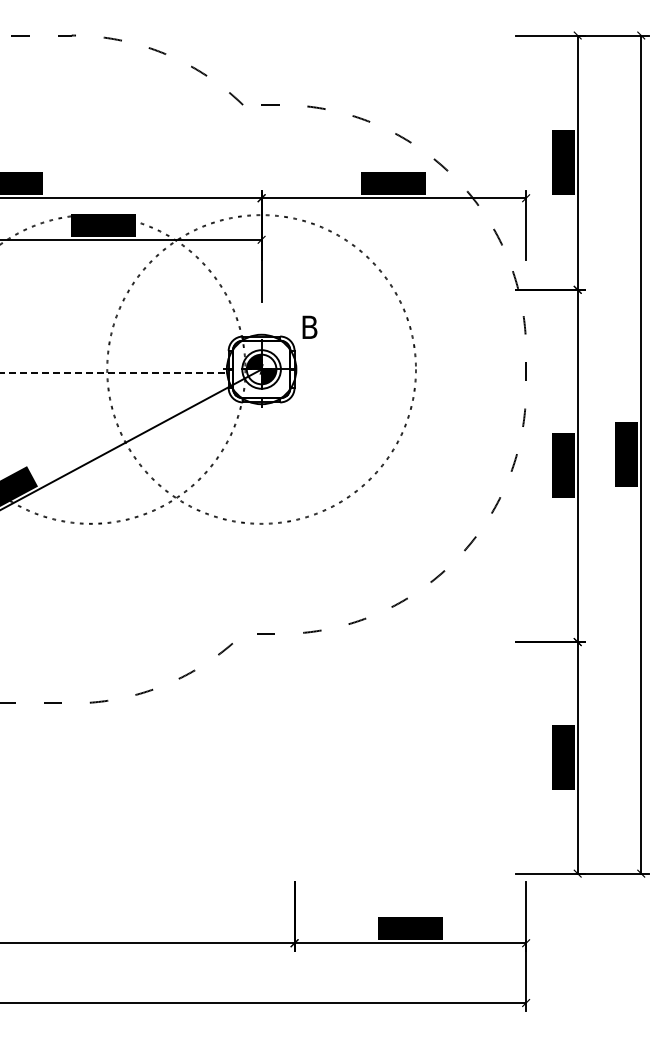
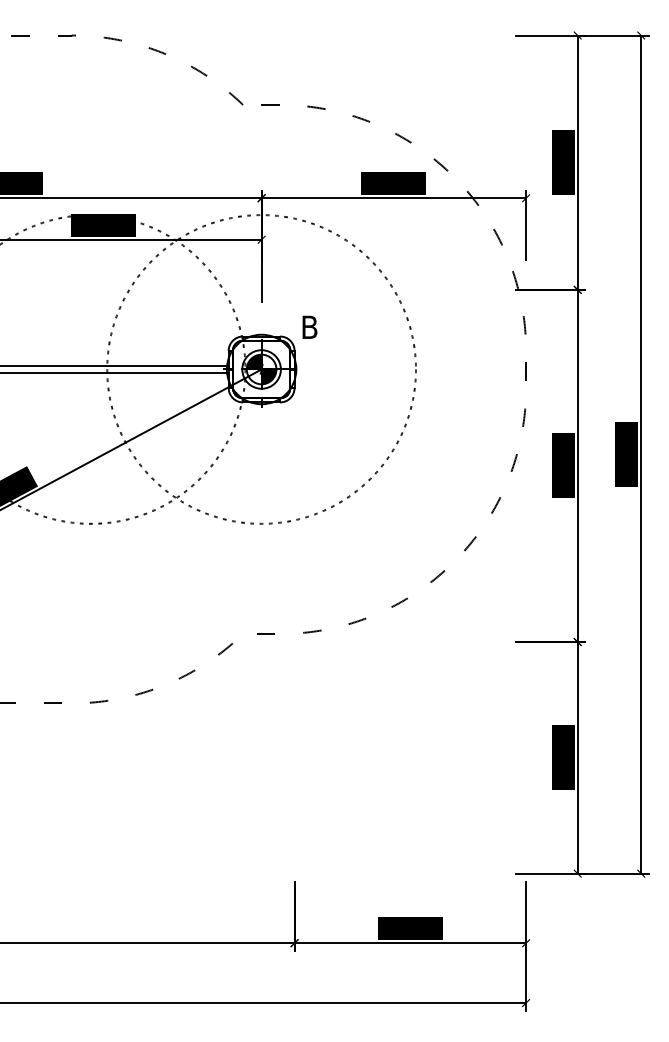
line at (115, 366): none -> present
line at (115, 372): dashed -> solid
